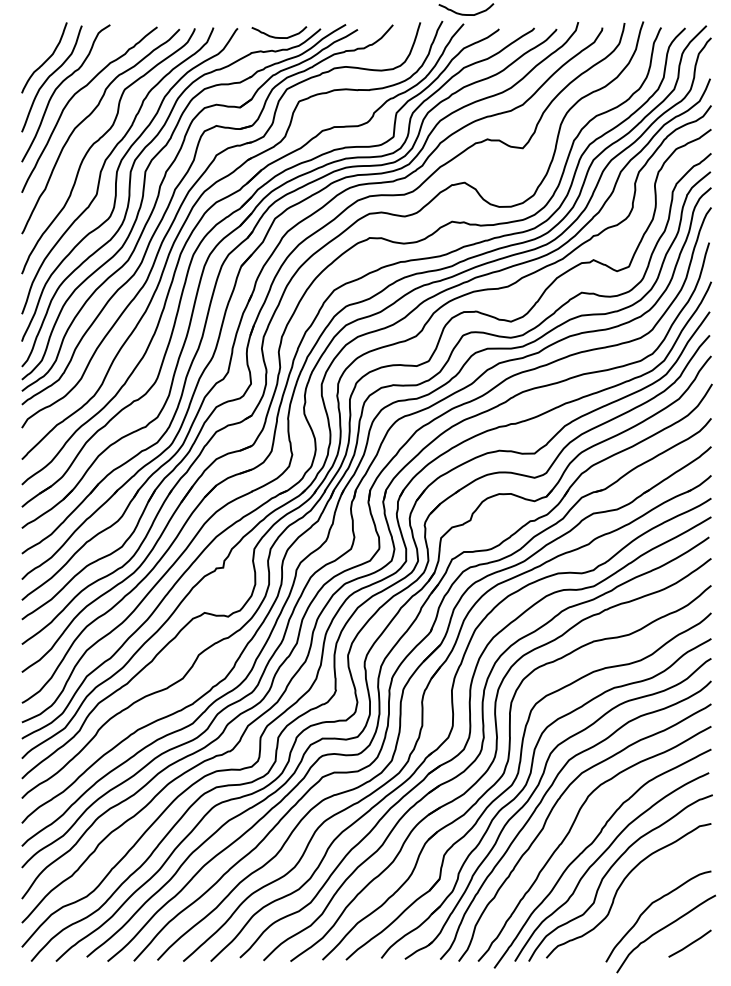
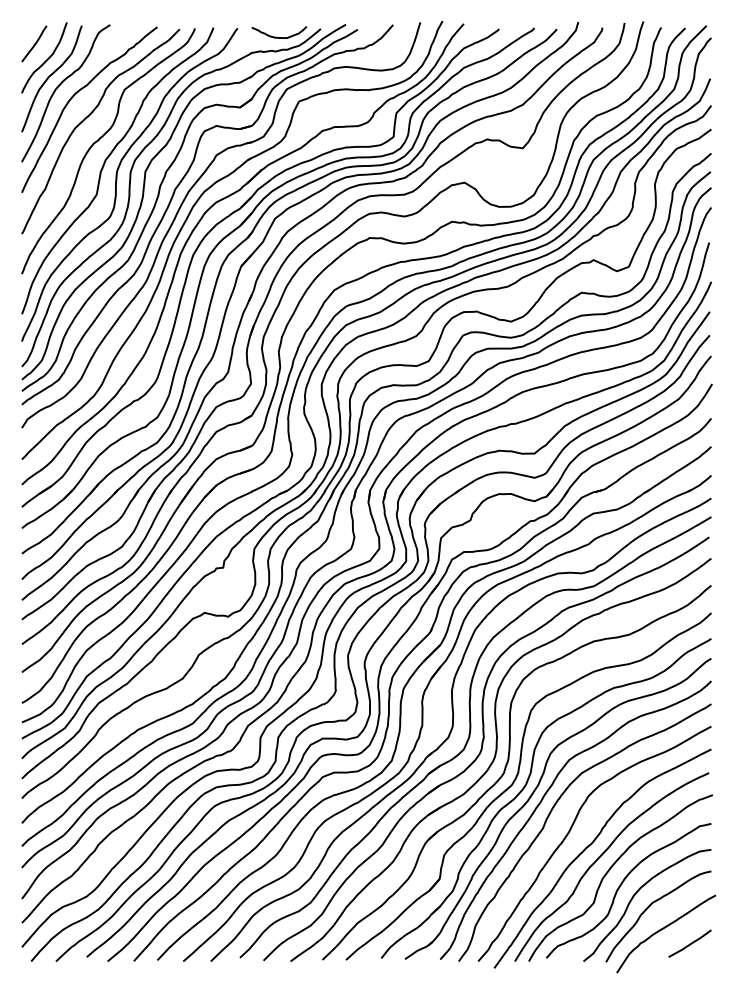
curve at (463, 13): present -> none
line at (34, 43): none -> present
curve at (636, 894): none -> present
